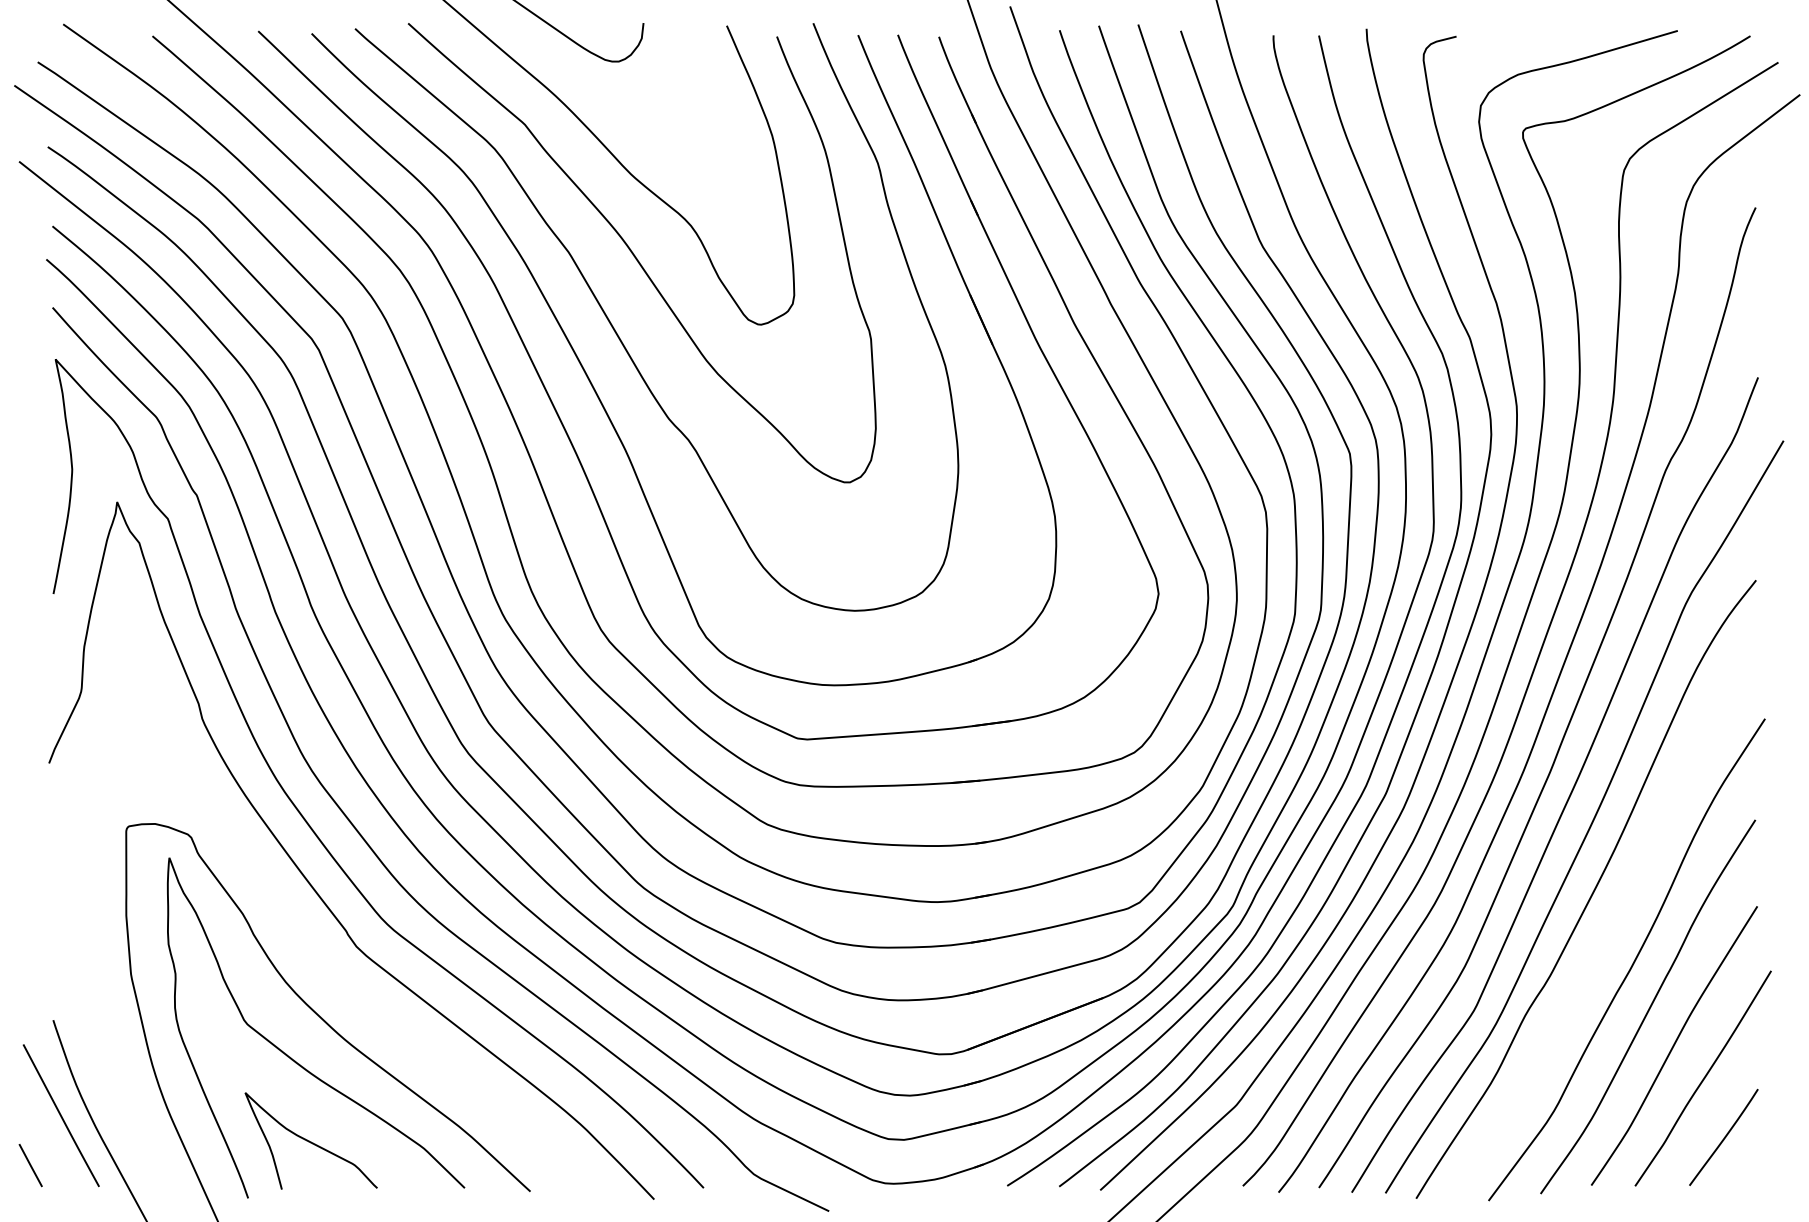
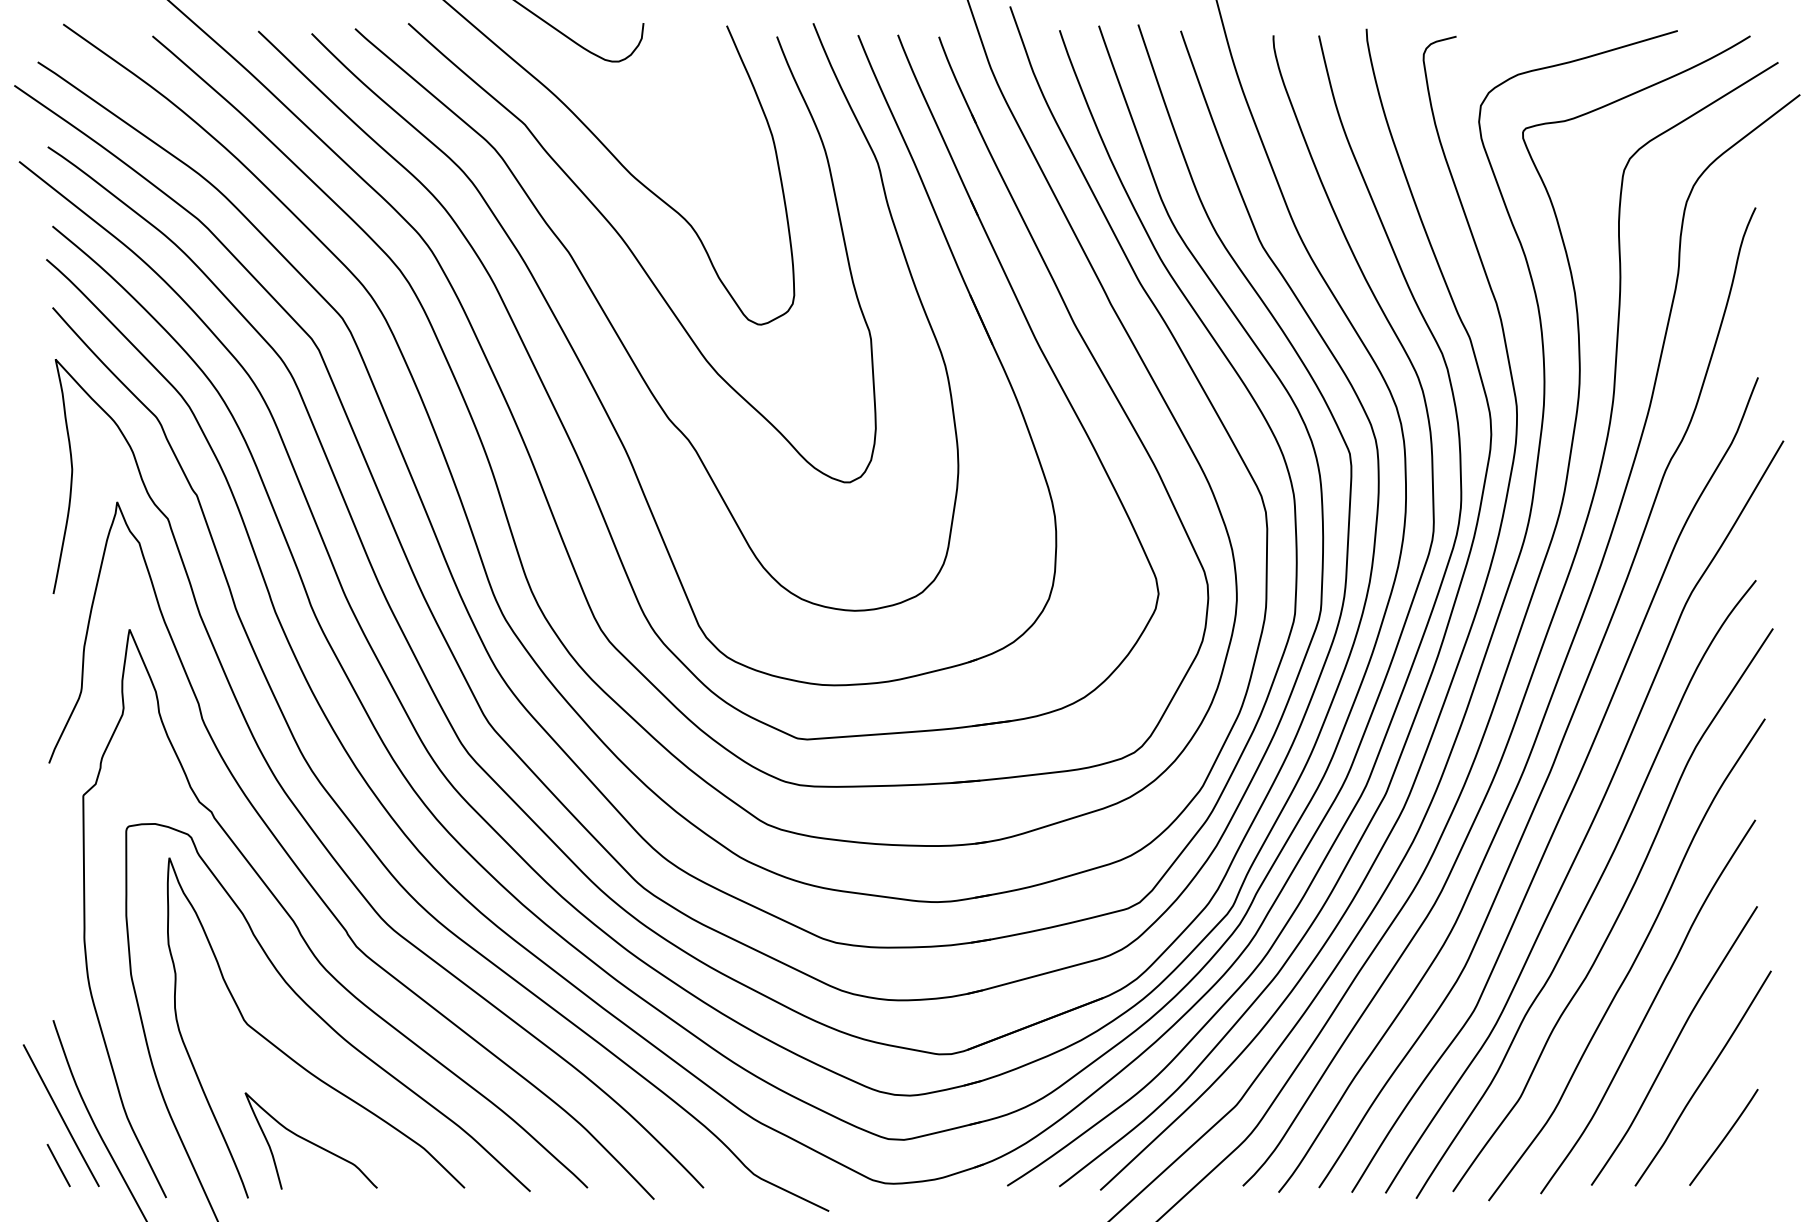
curve at (1618, 913): none -> present
curve at (300, 931): none -> present
line at (30, 1165) position: (30, 1165) -> (58, 1165)
